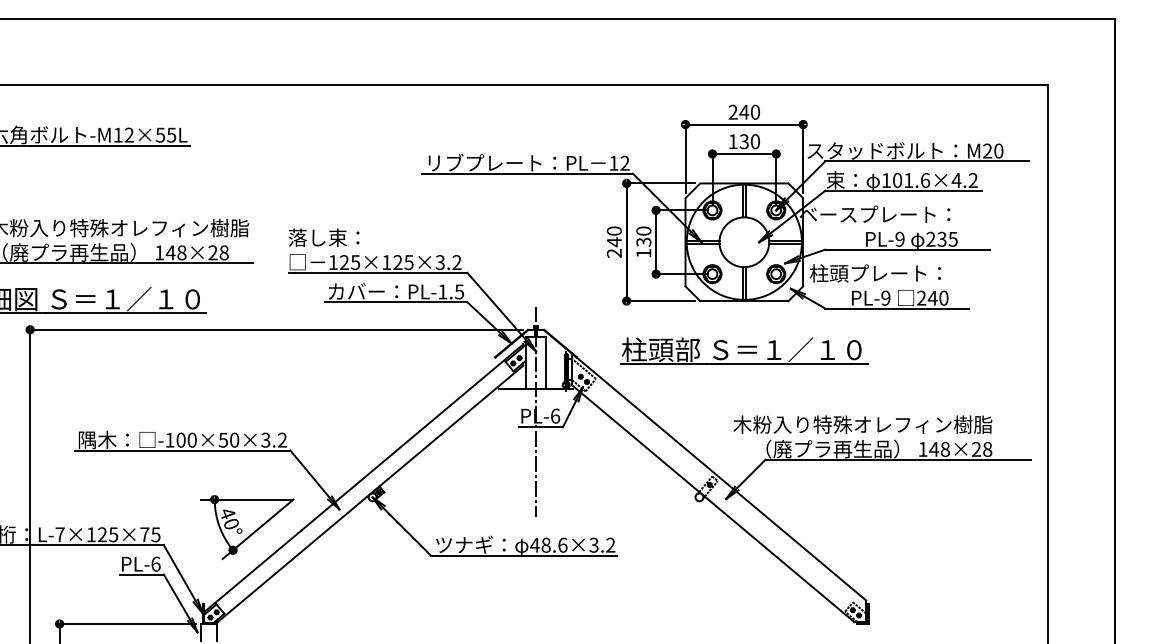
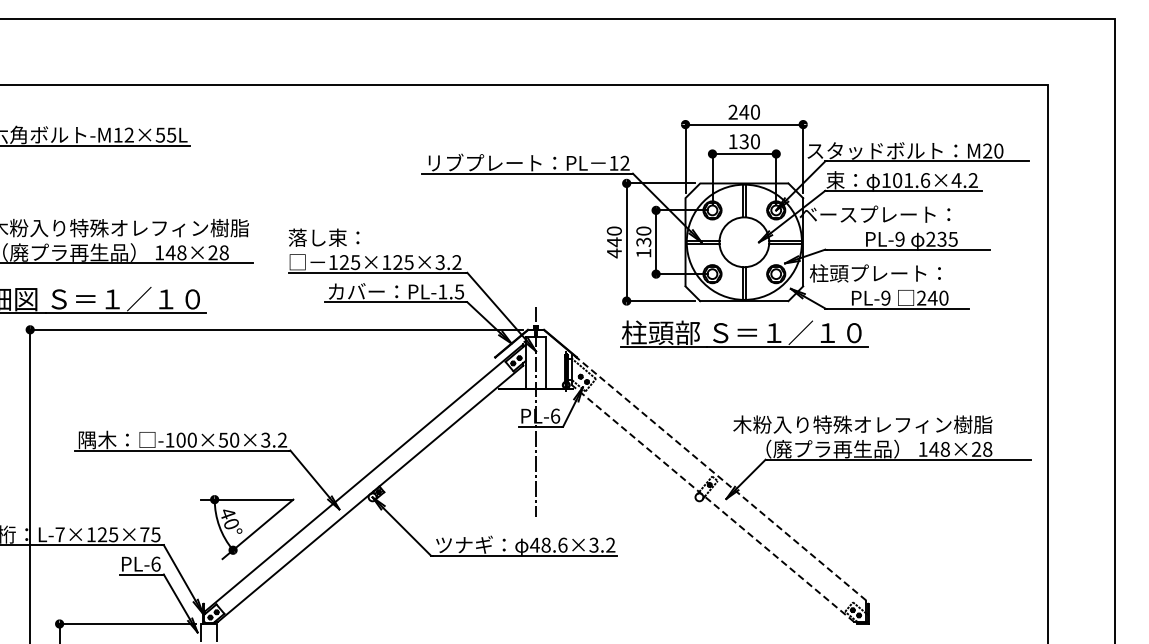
text at (613, 253): 240 -> 440
part at (744, 350) position: (744, 350) -> (744, 333)
line at (718, 476): solid -> dashed
line at (712, 503): solid -> dashed
